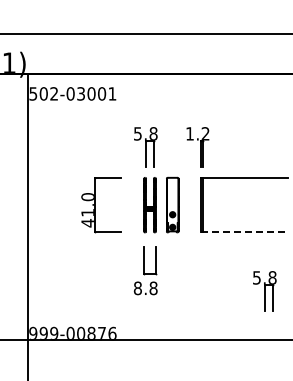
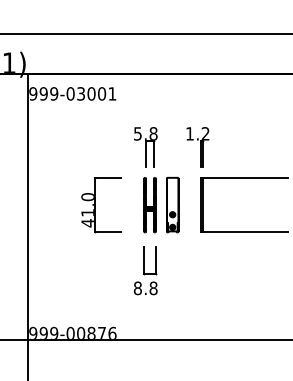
text at (43, 93): 502-03001 -> 999-03001
line at (245, 232): dashed -> solid
part at (264, 291): present -> none
